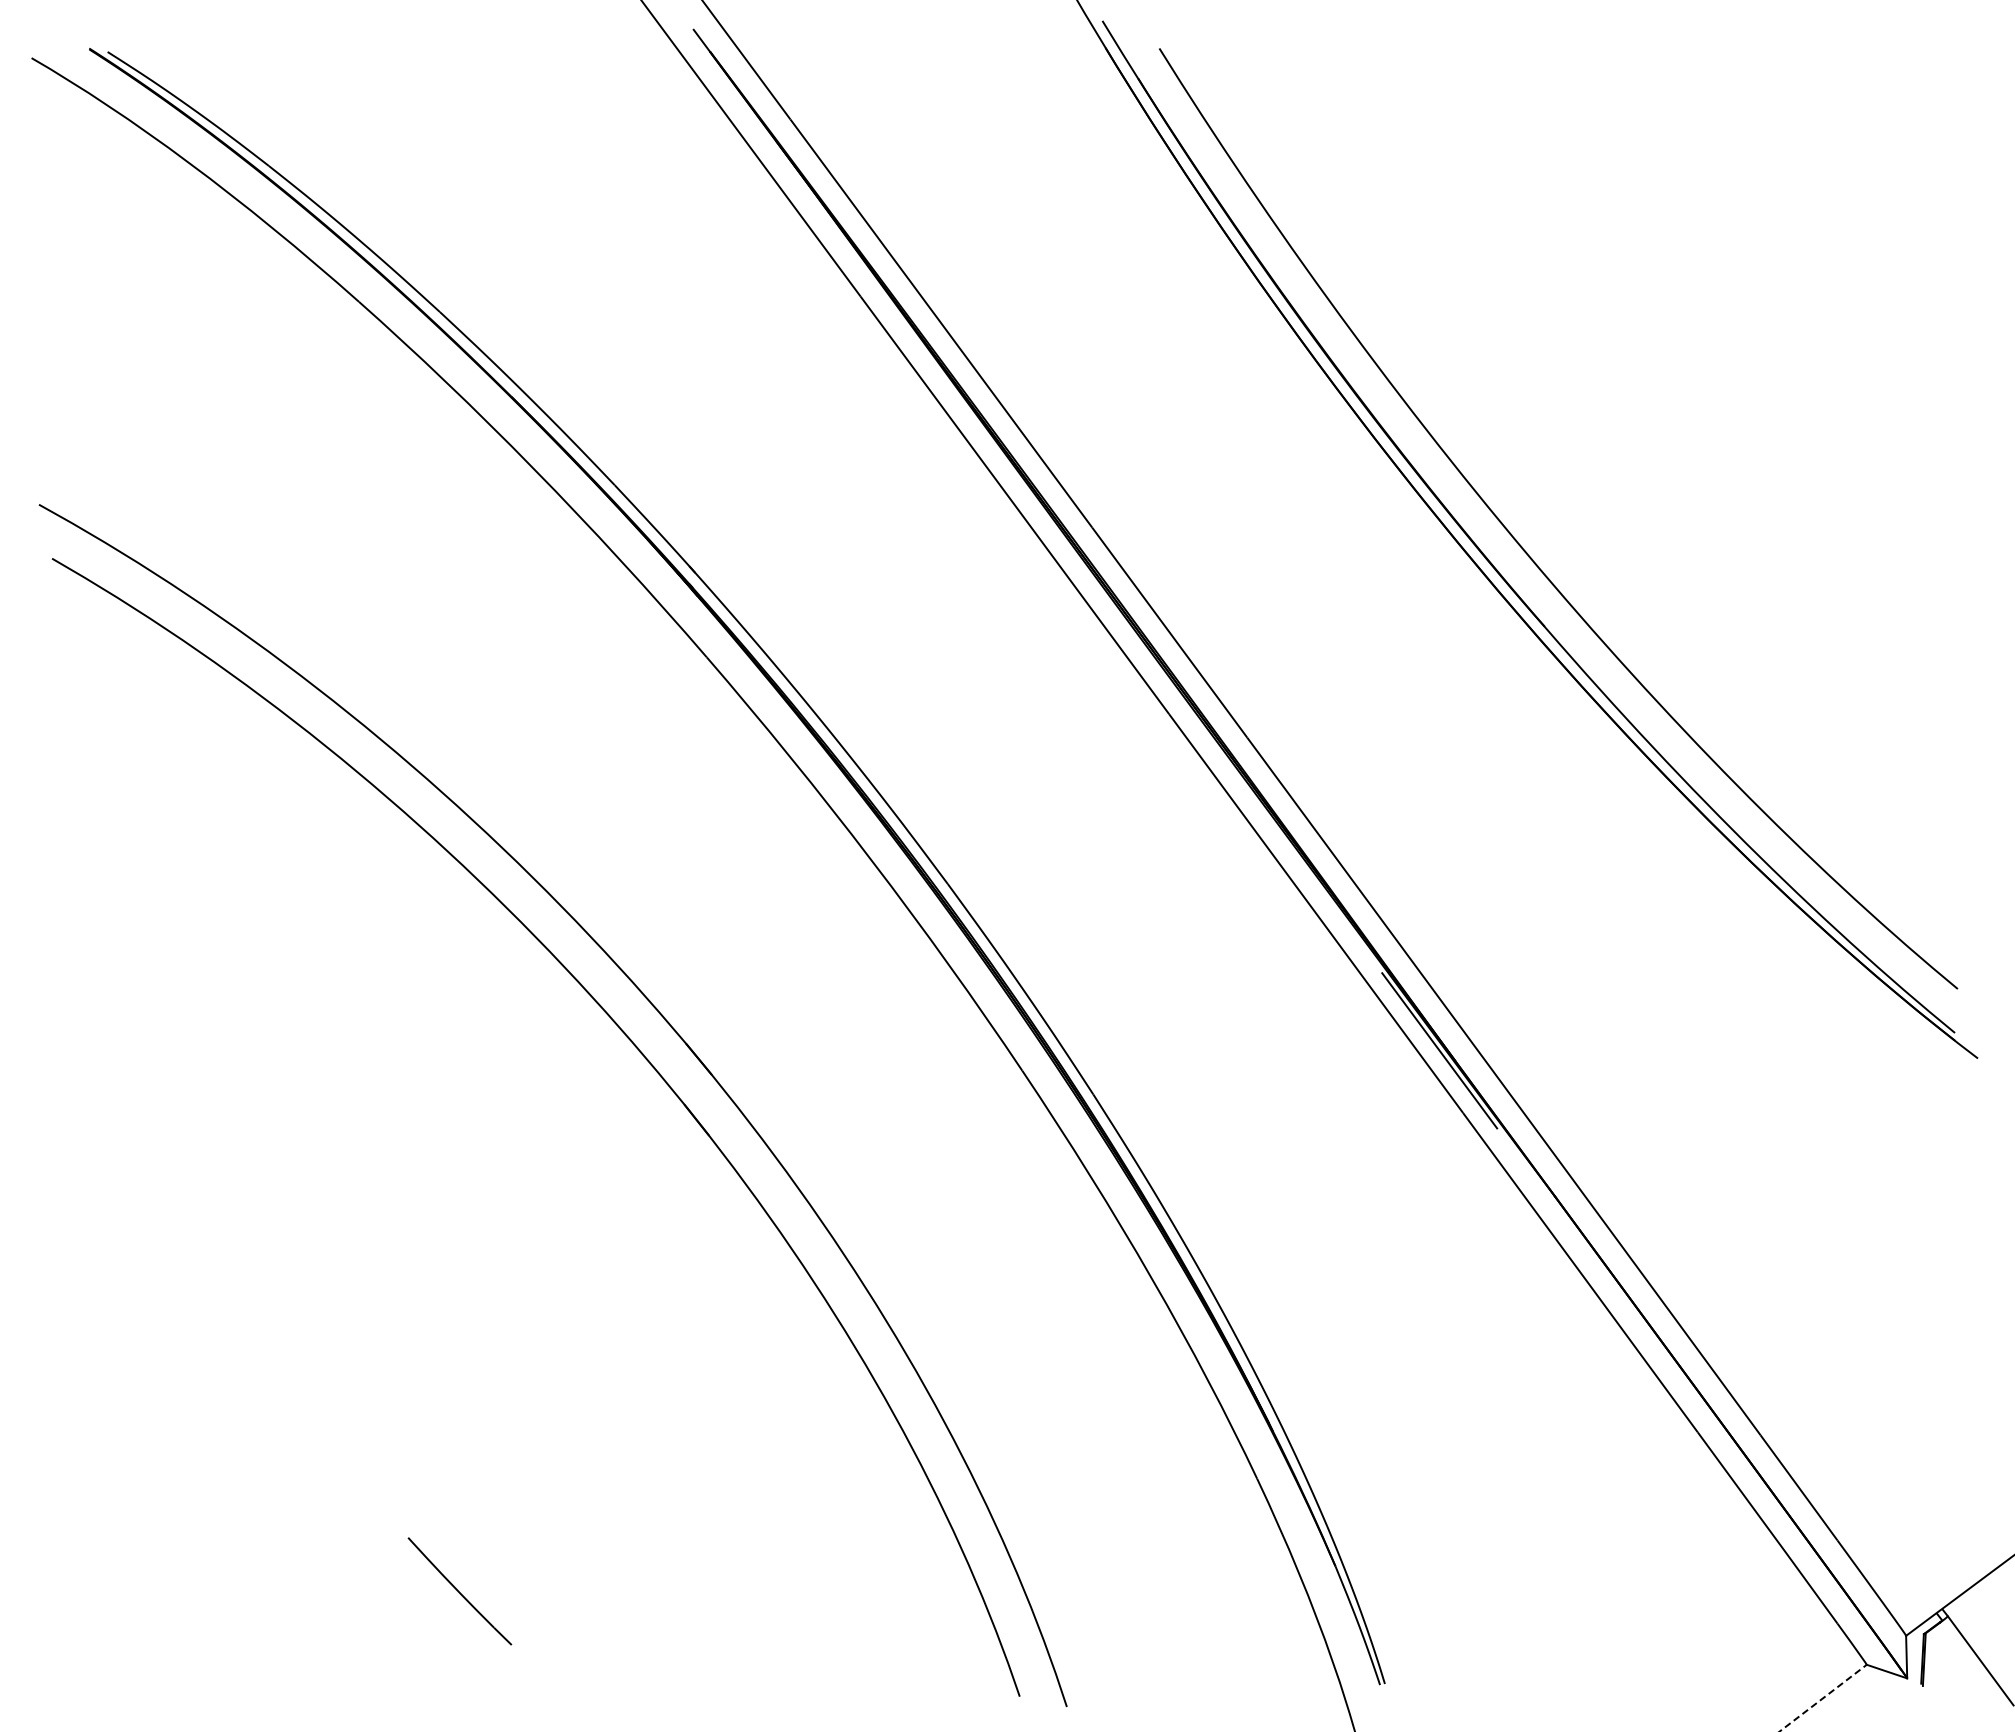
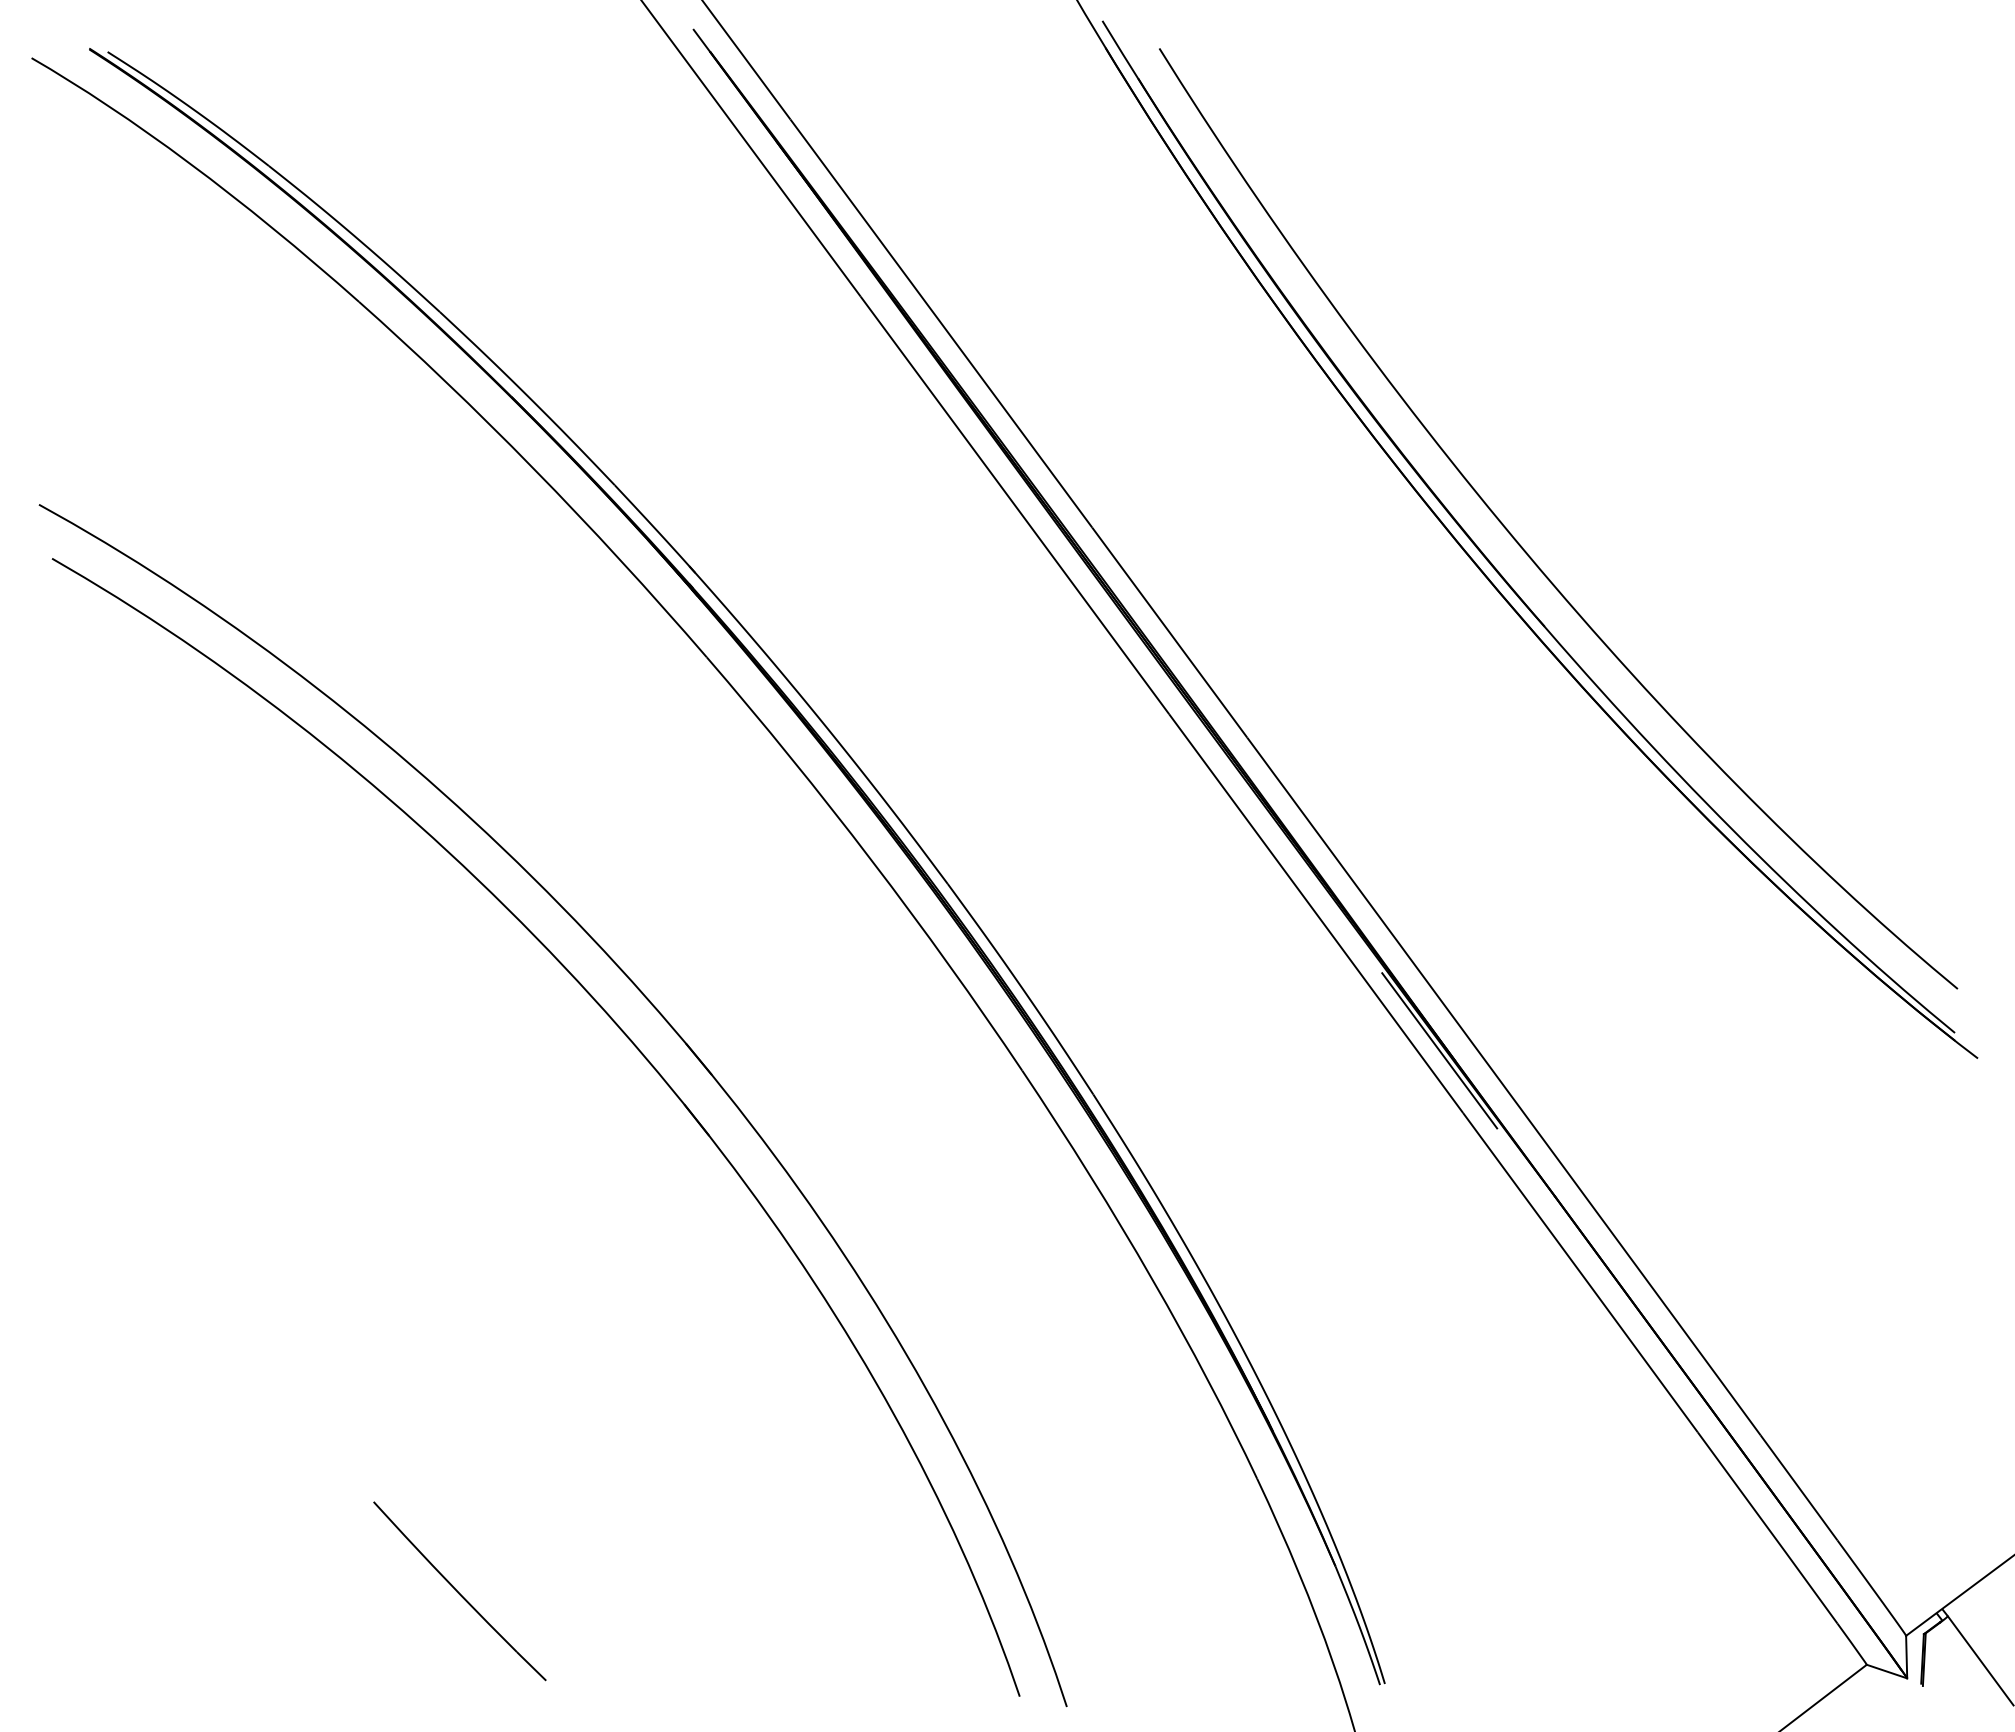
part at (459, 1591) size: 106x109 px -> 174x181 px
line at (1823, 1698): dashed -> solid
